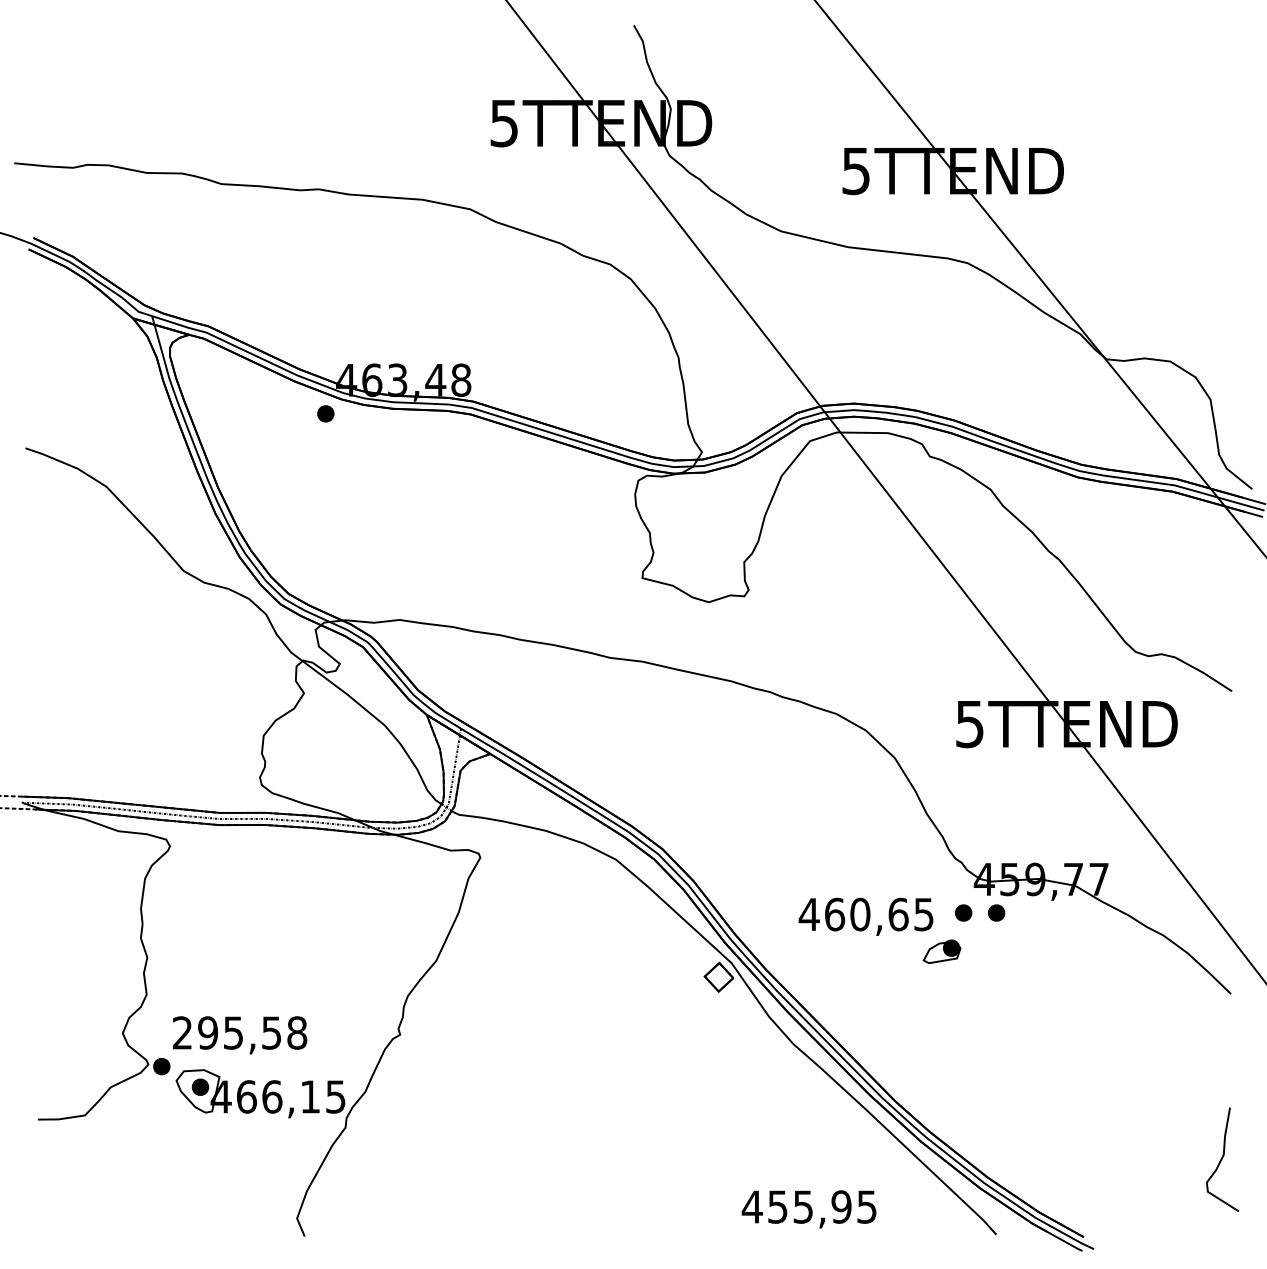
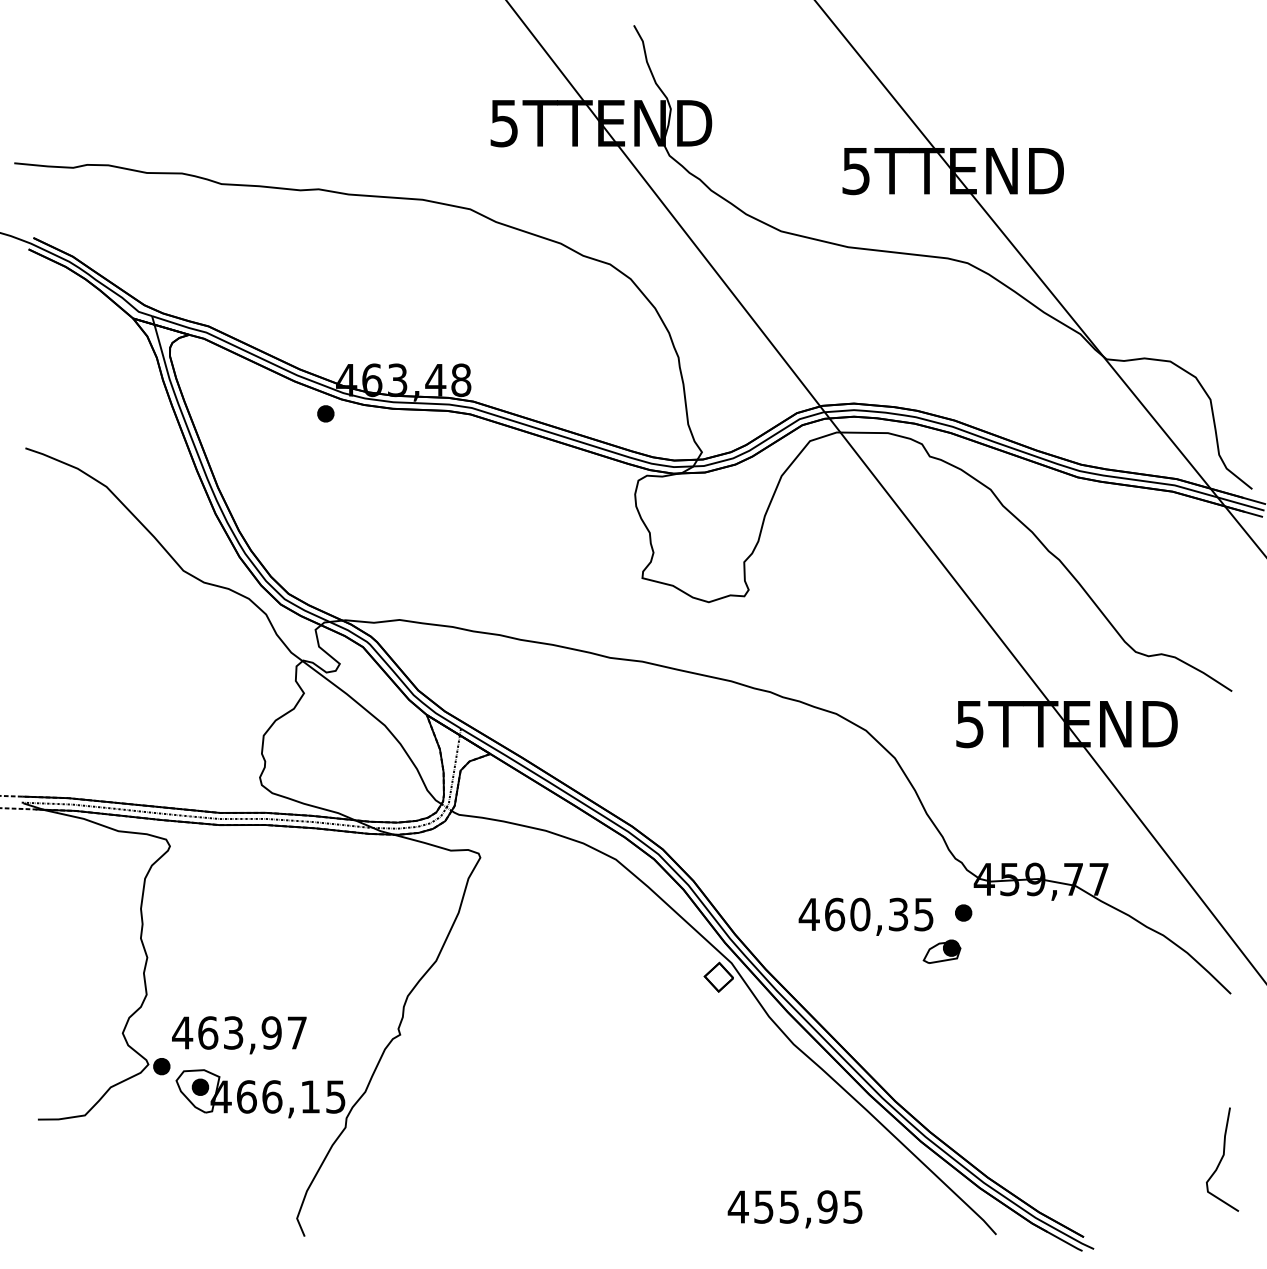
part at (996, 912): present -> none
text at (898, 914): 460,65 -> 460,35
text at (239, 1032): 295,58 -> 463,97
text at (808, 1209) position: (808, 1209) -> (794, 1209)
